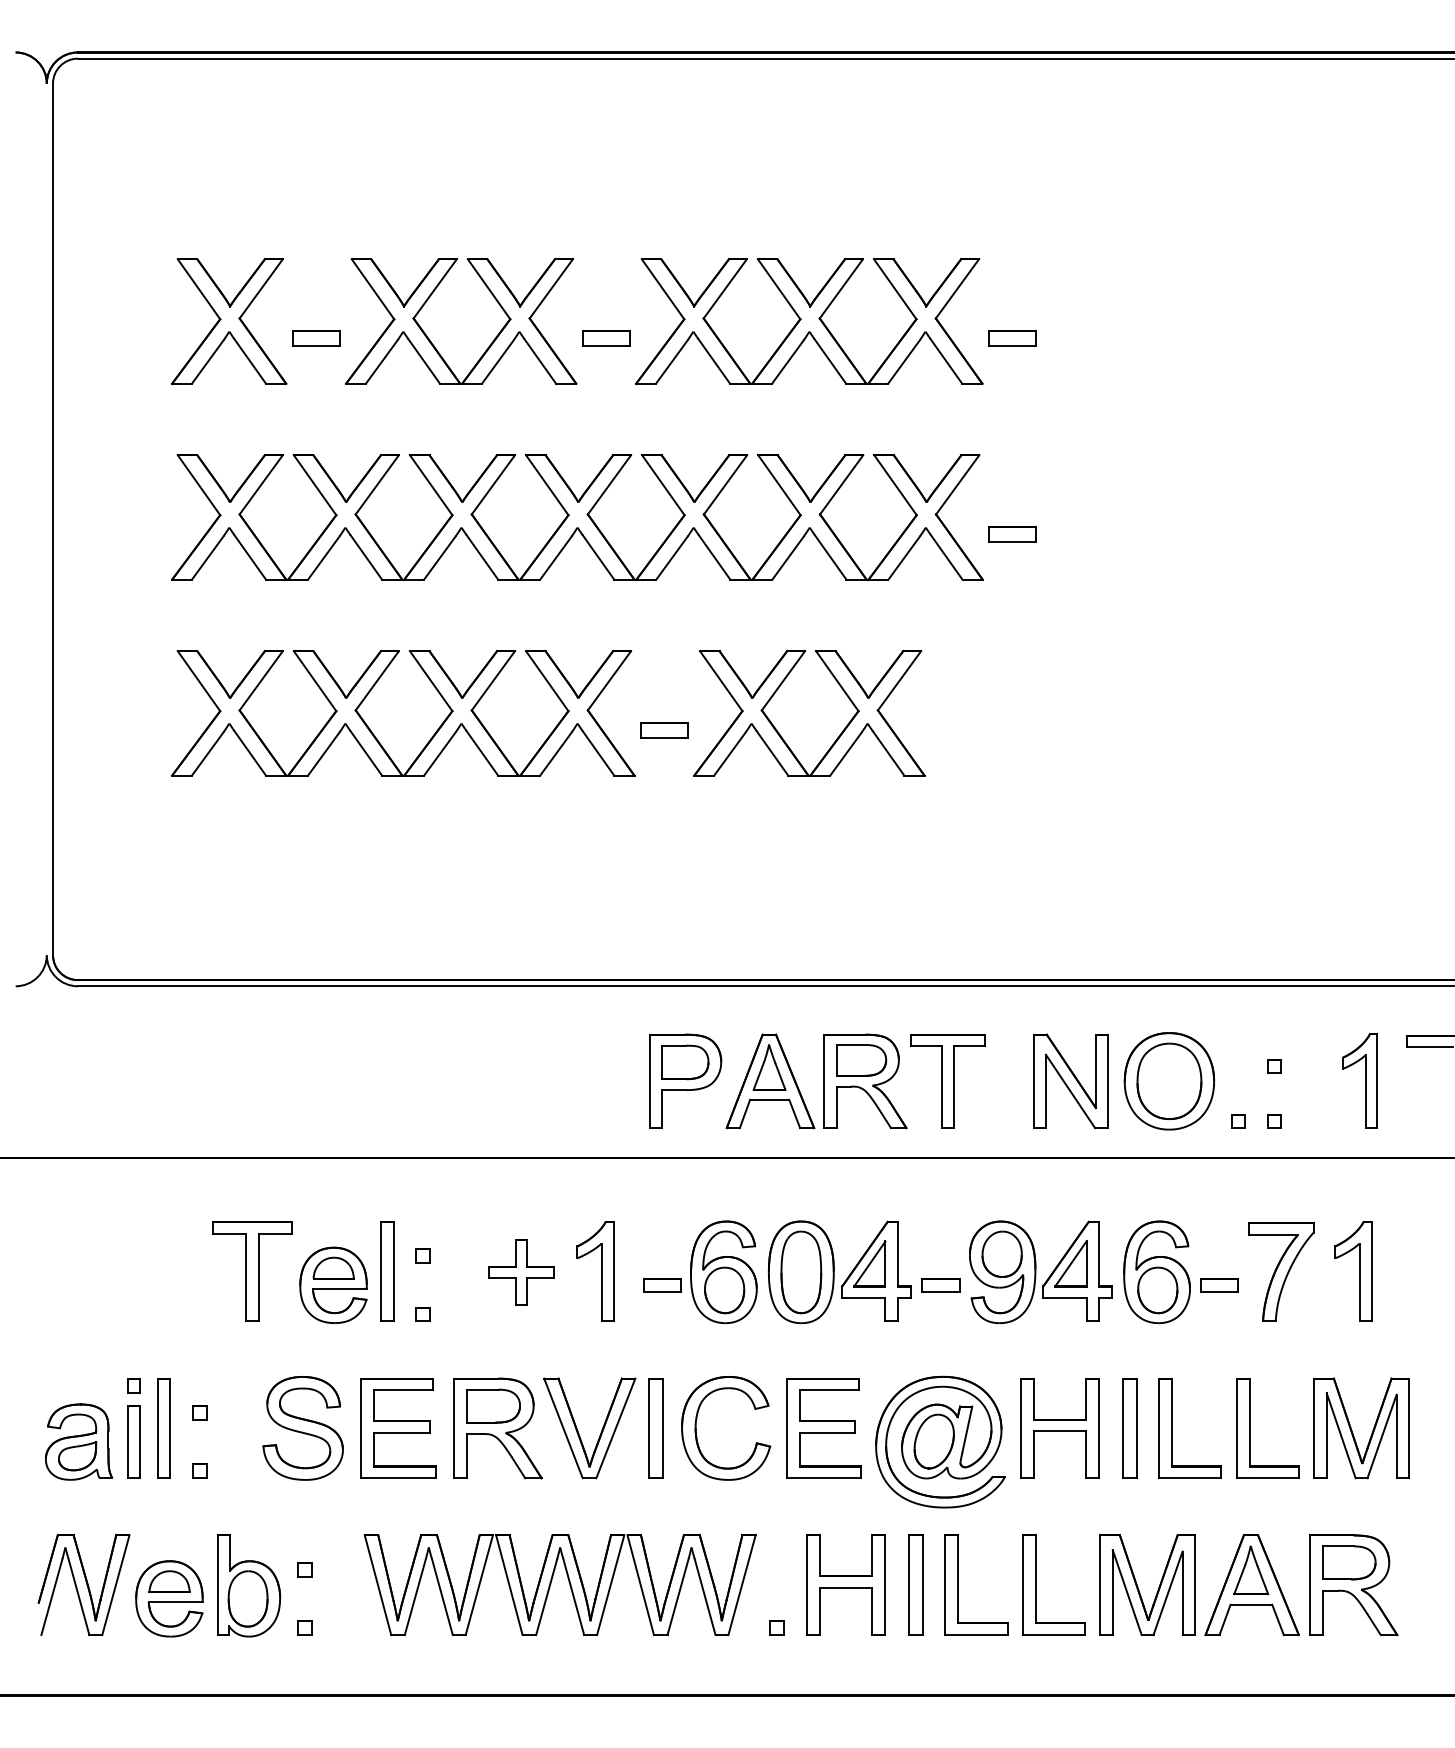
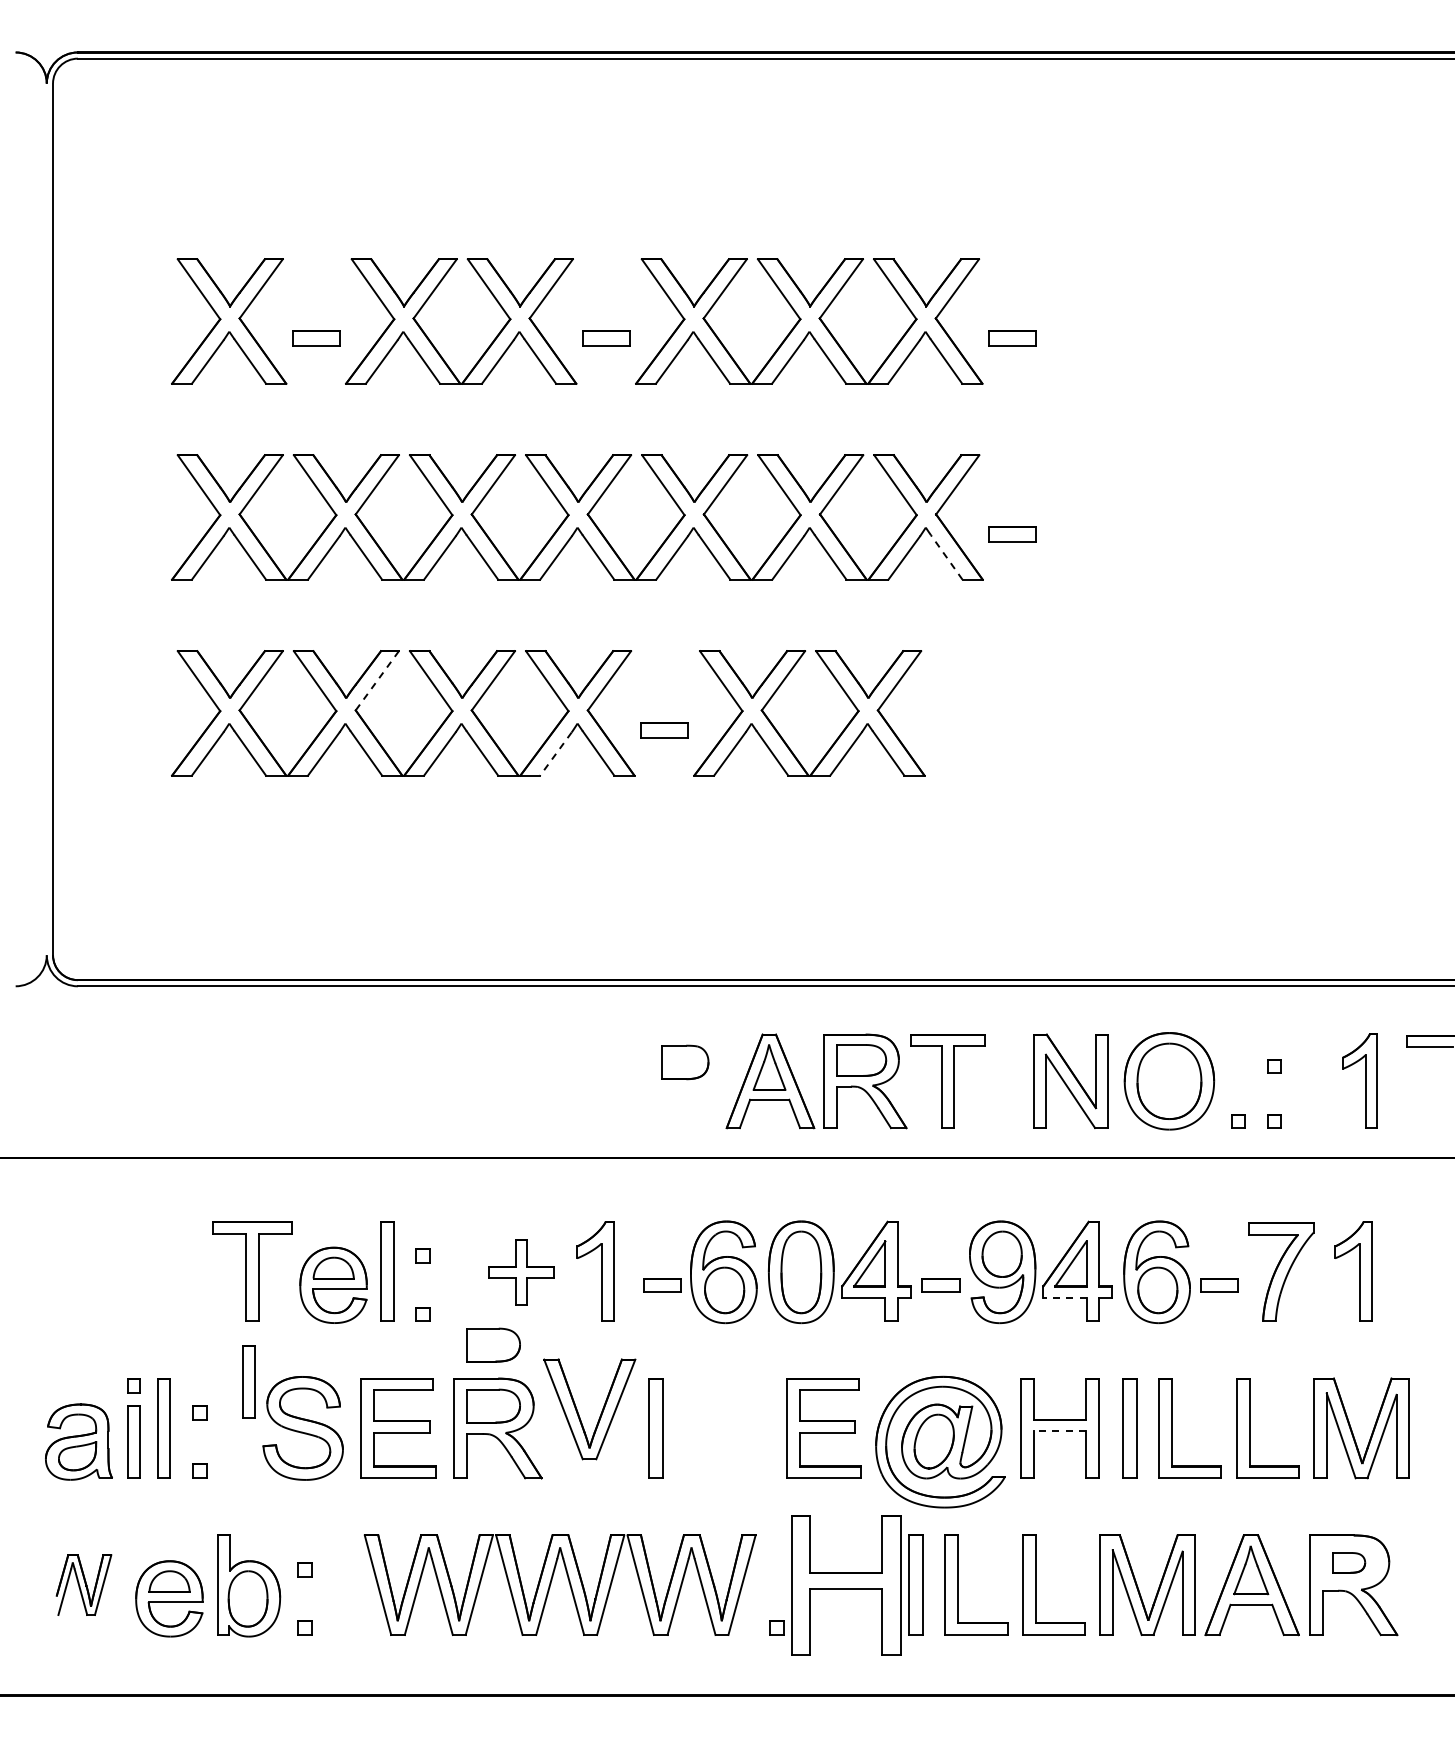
line at (946, 557): solid -> dashed
line at (377, 680): solid -> dashed
line at (555, 754): solid -> dashed
part at (685, 1080): present -> none
line at (1064, 1297): solid -> dashed
part at (493, 1344): none -> present
part at (248, 1381): none -> present
part at (696, 1428): present -> none
part at (578, 1430) position: (578, 1430) -> (578, 1411)
line at (1060, 1431): solid -> dashed
part at (1349, 1562) size: 55x36 px -> 35x22 px
part at (83, 1584) size: 94x102 px -> 58x62 px
part at (845, 1584) size: 80x102 px -> 111x141 px
